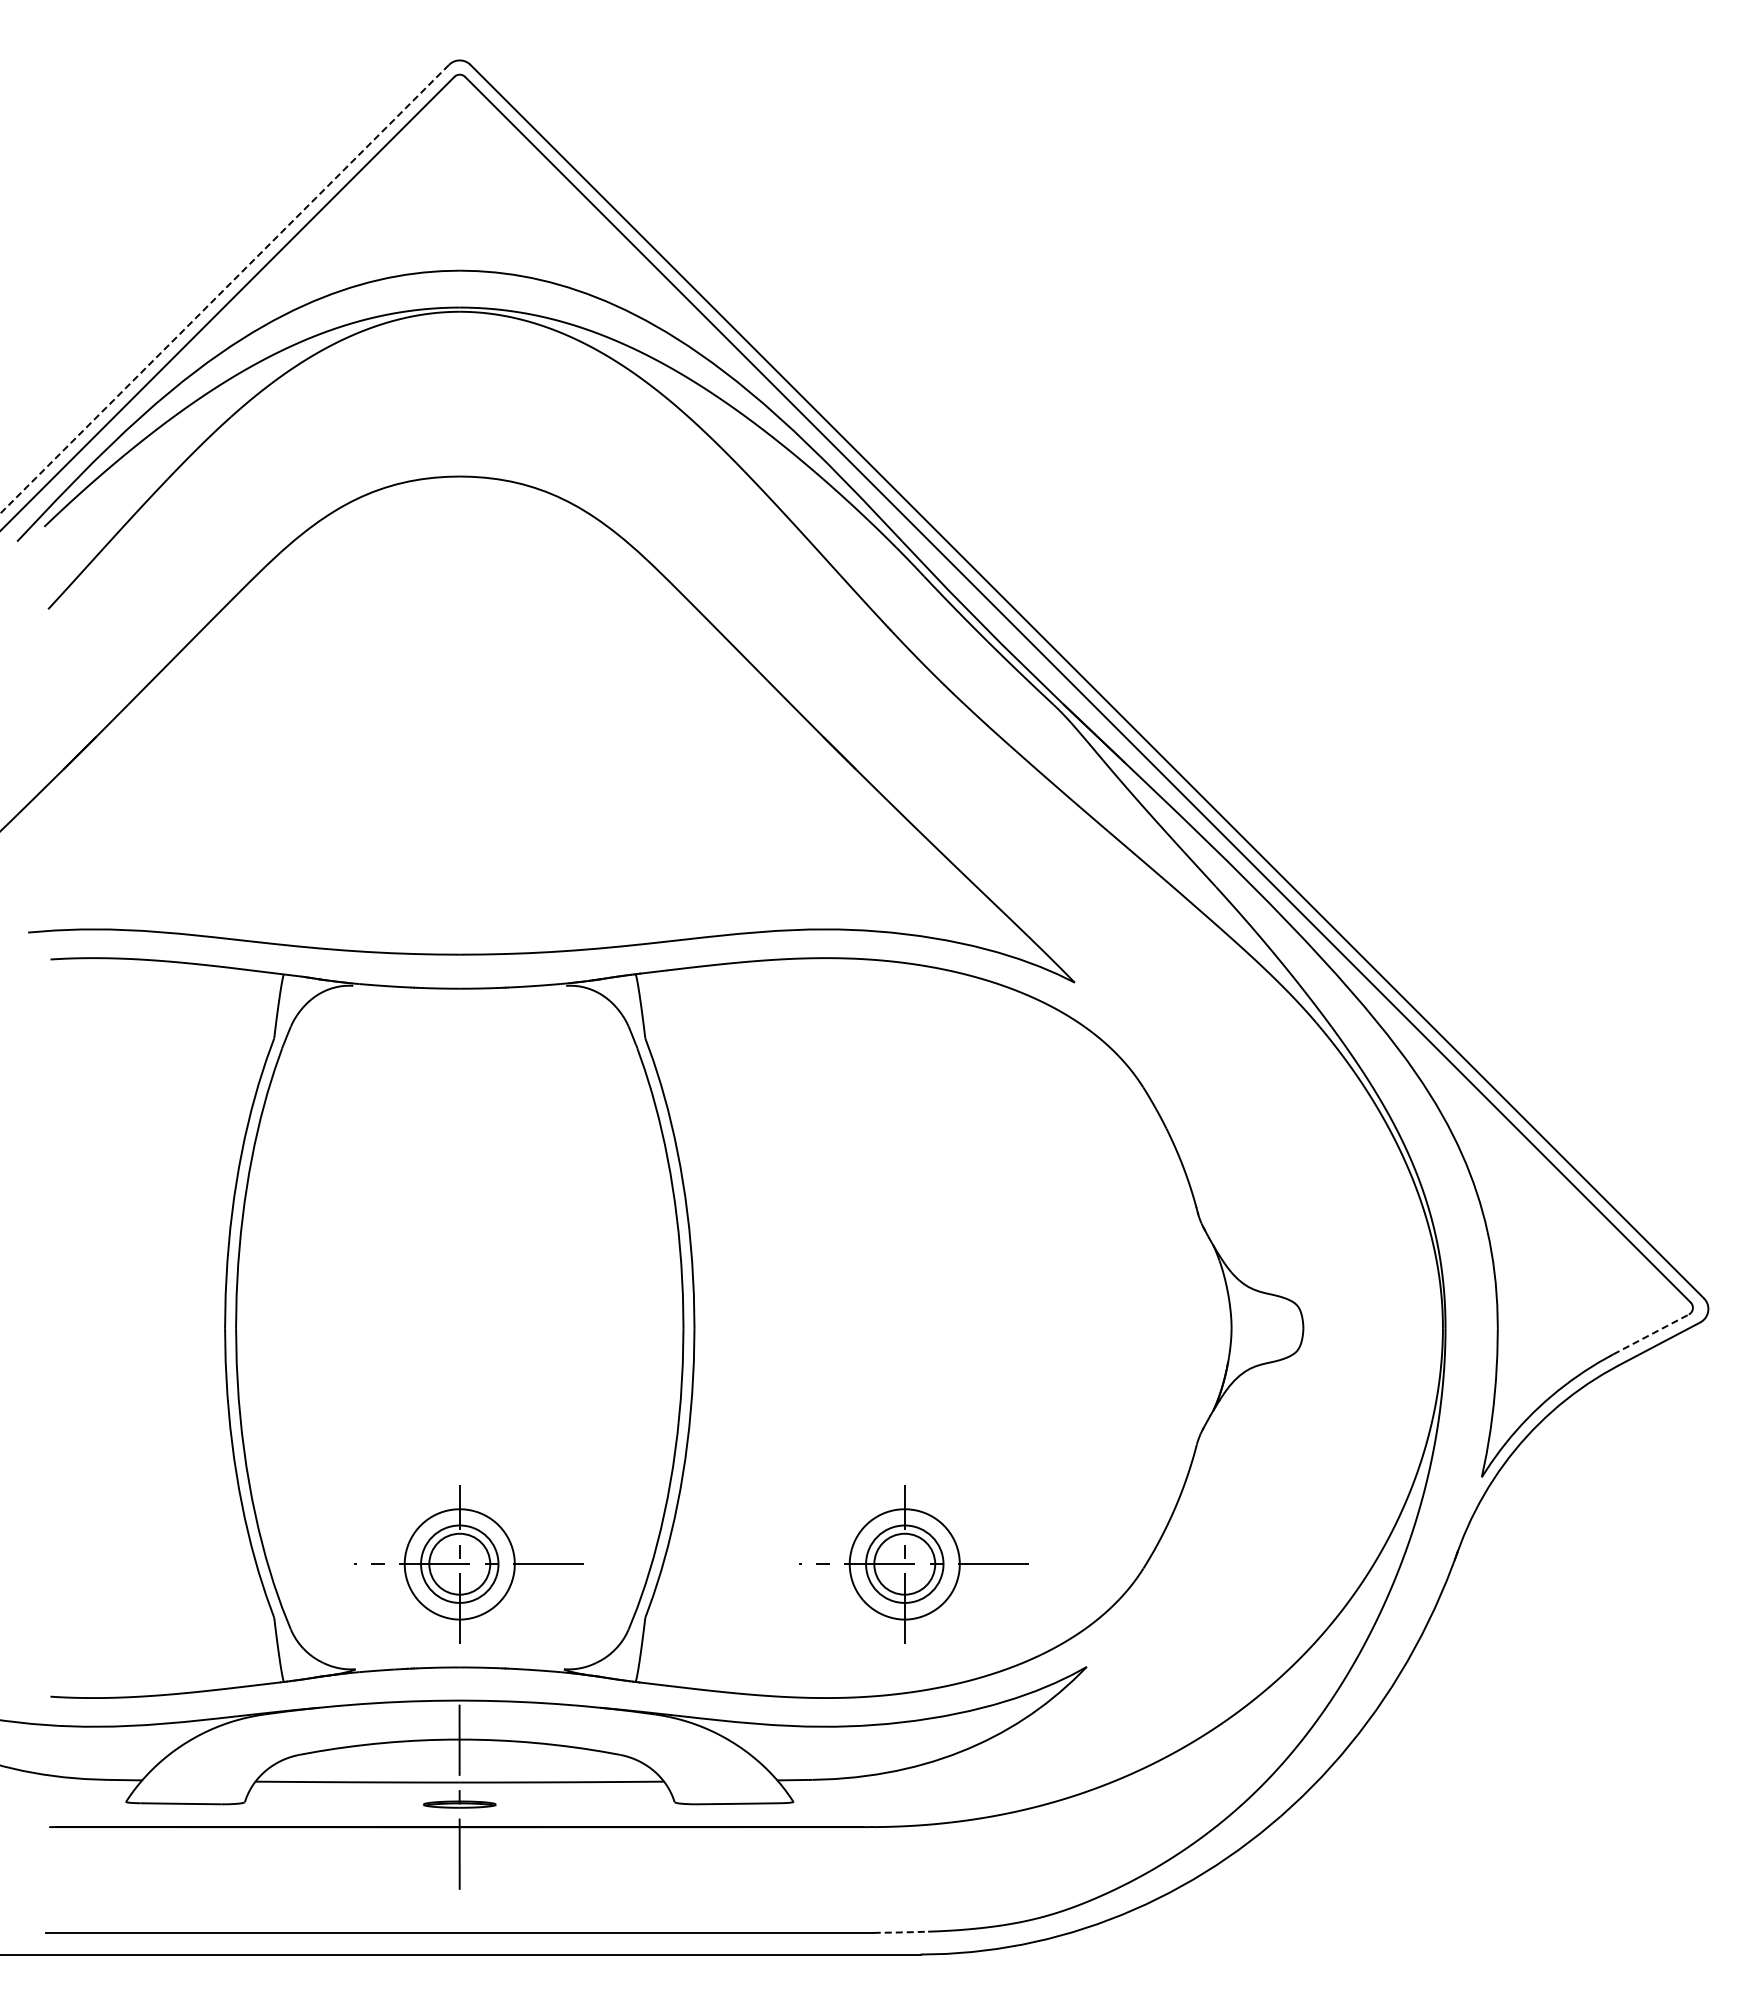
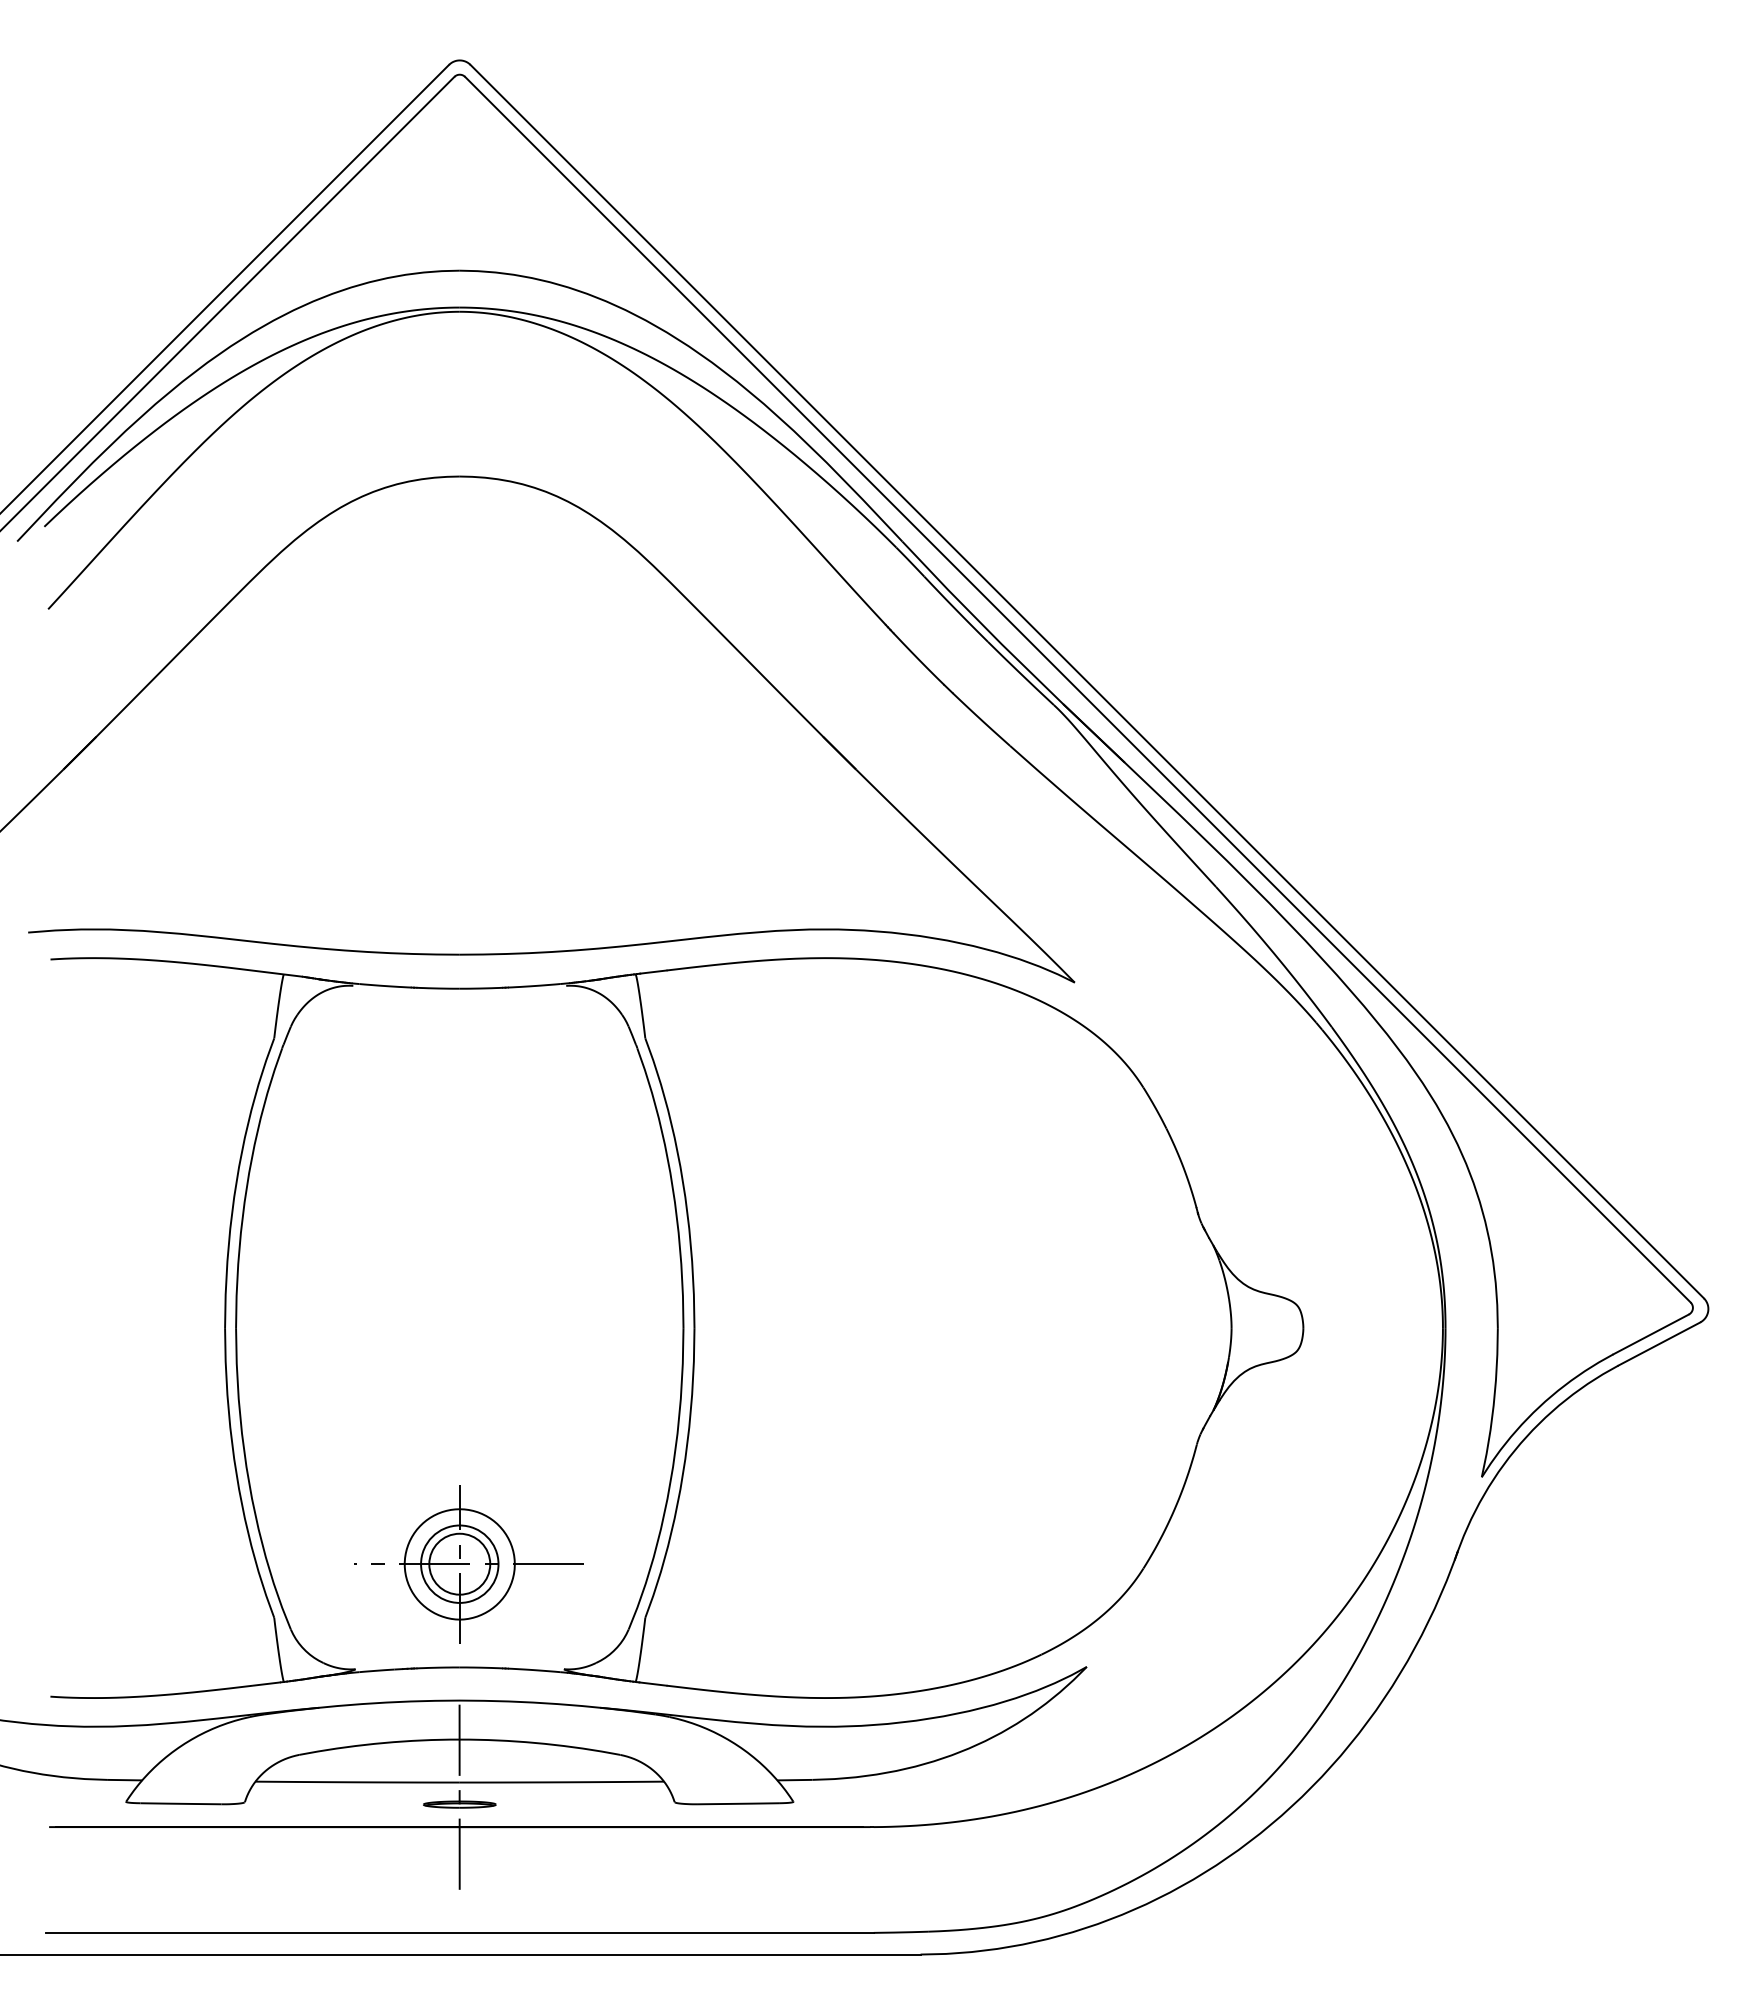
line at (224, 289): dashed -> solid
line at (1651, 1334): dashed -> solid
part at (913, 1564): present -> none
line at (900, 1932): dashed -> solid
